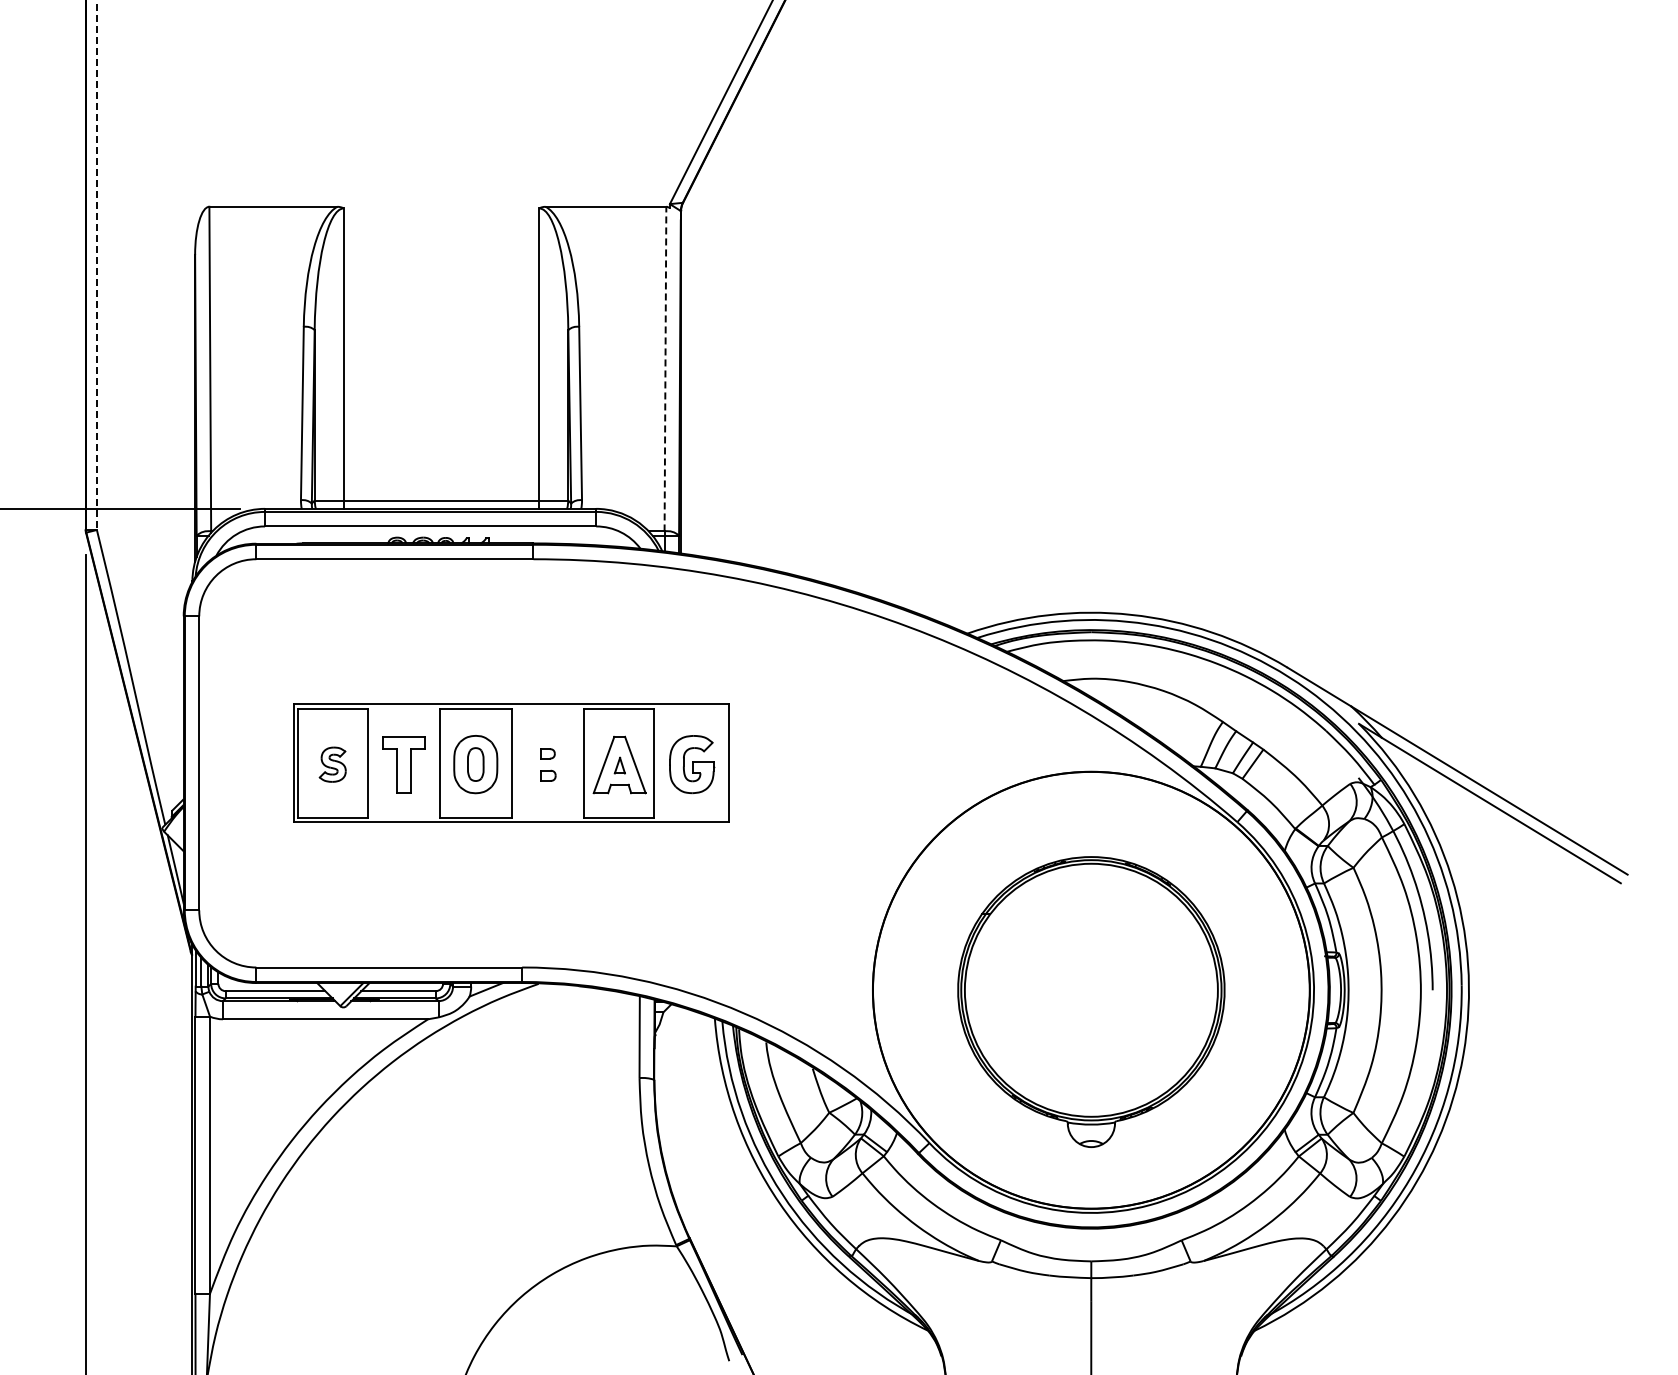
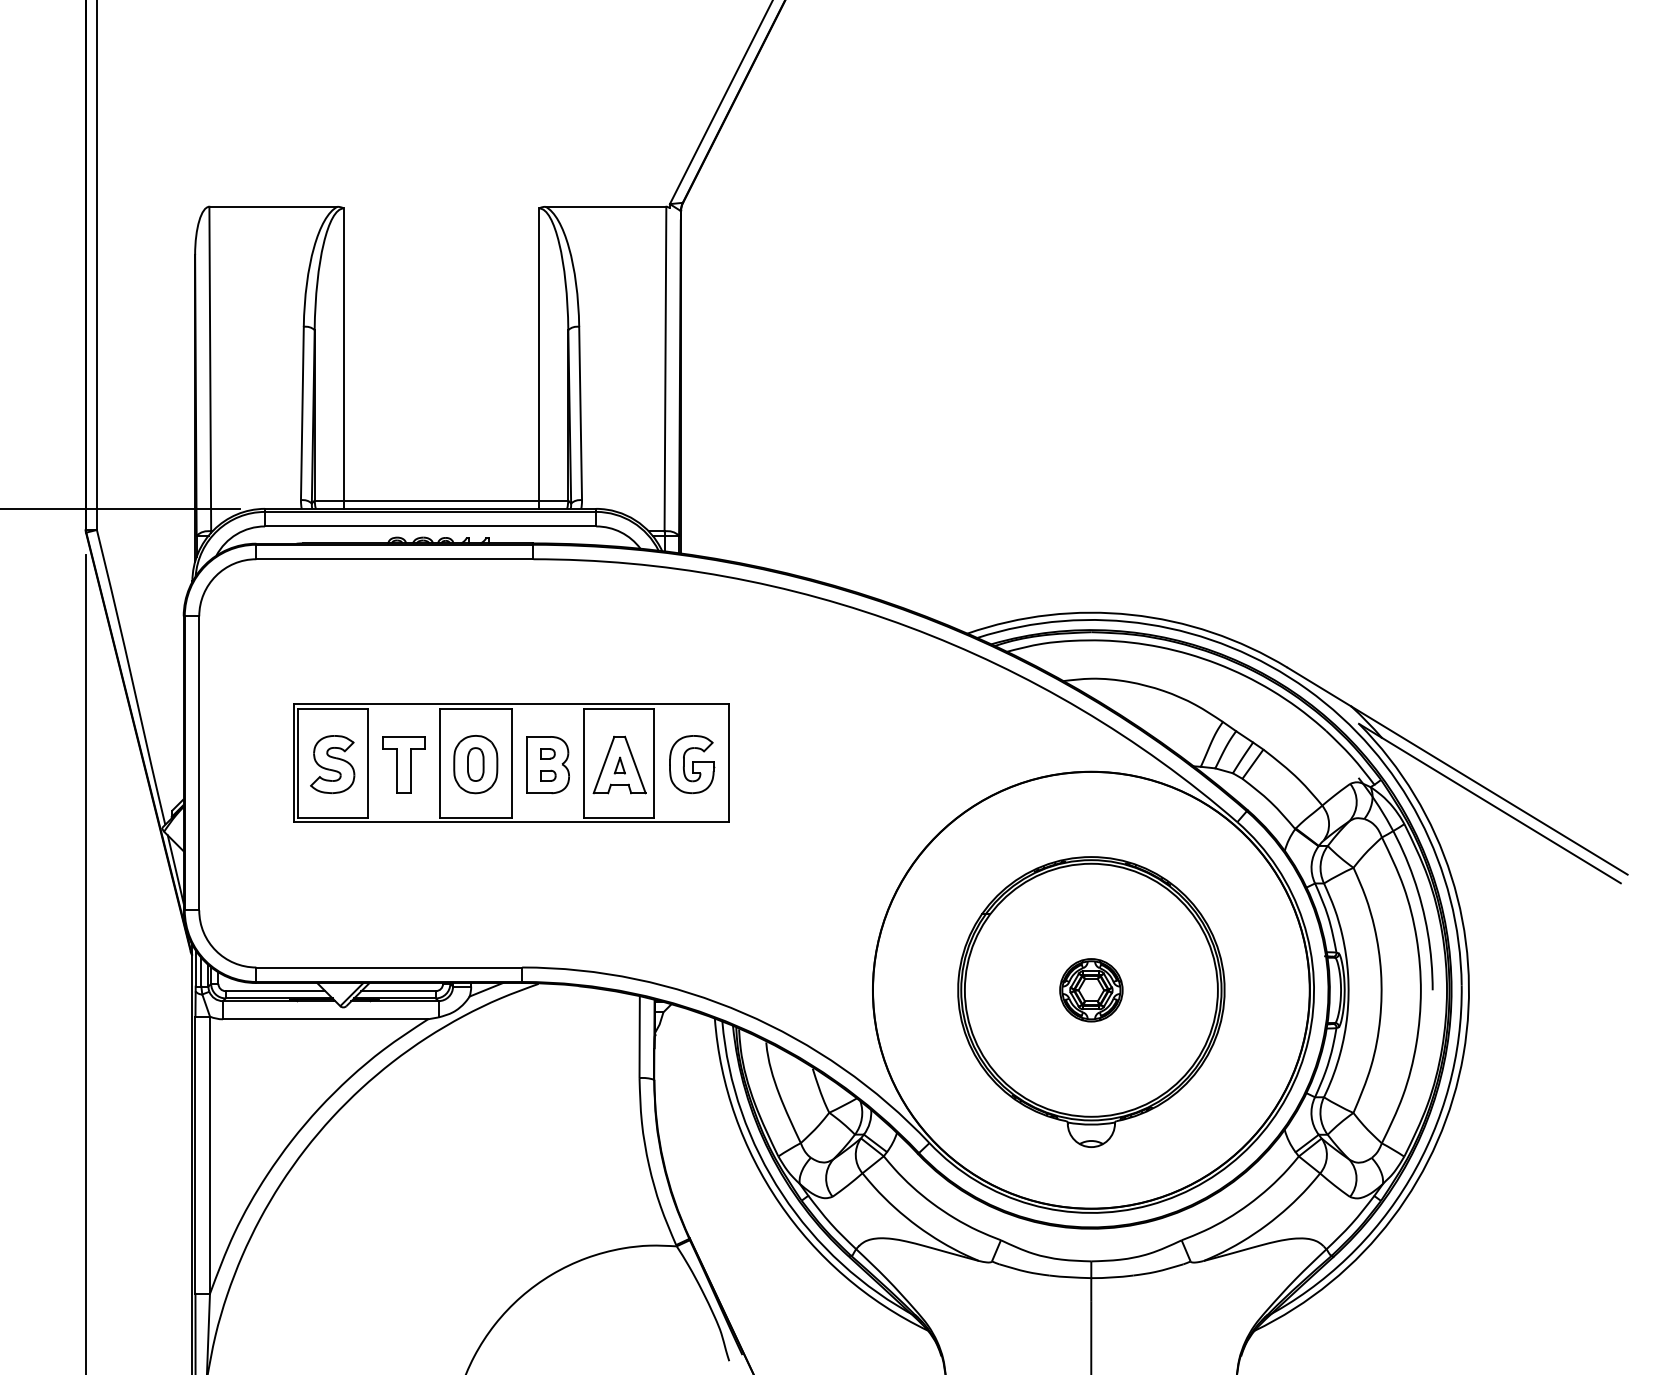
line at (96, 265): dashed -> solid
line at (665, 368): dashed -> solid
part at (332, 764) size: 29x37 px -> 46x60 px
part at (547, 765): none -> present
part at (1091, 990): none -> present
